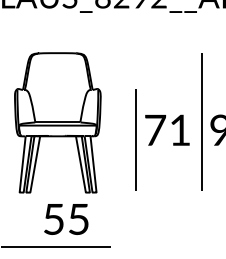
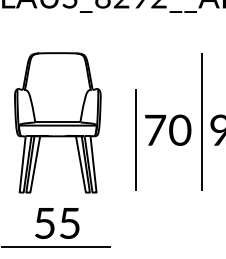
text at (180, 129): 71 -> 70
text at (66, 219) position: (66, 219) -> (57, 223)
